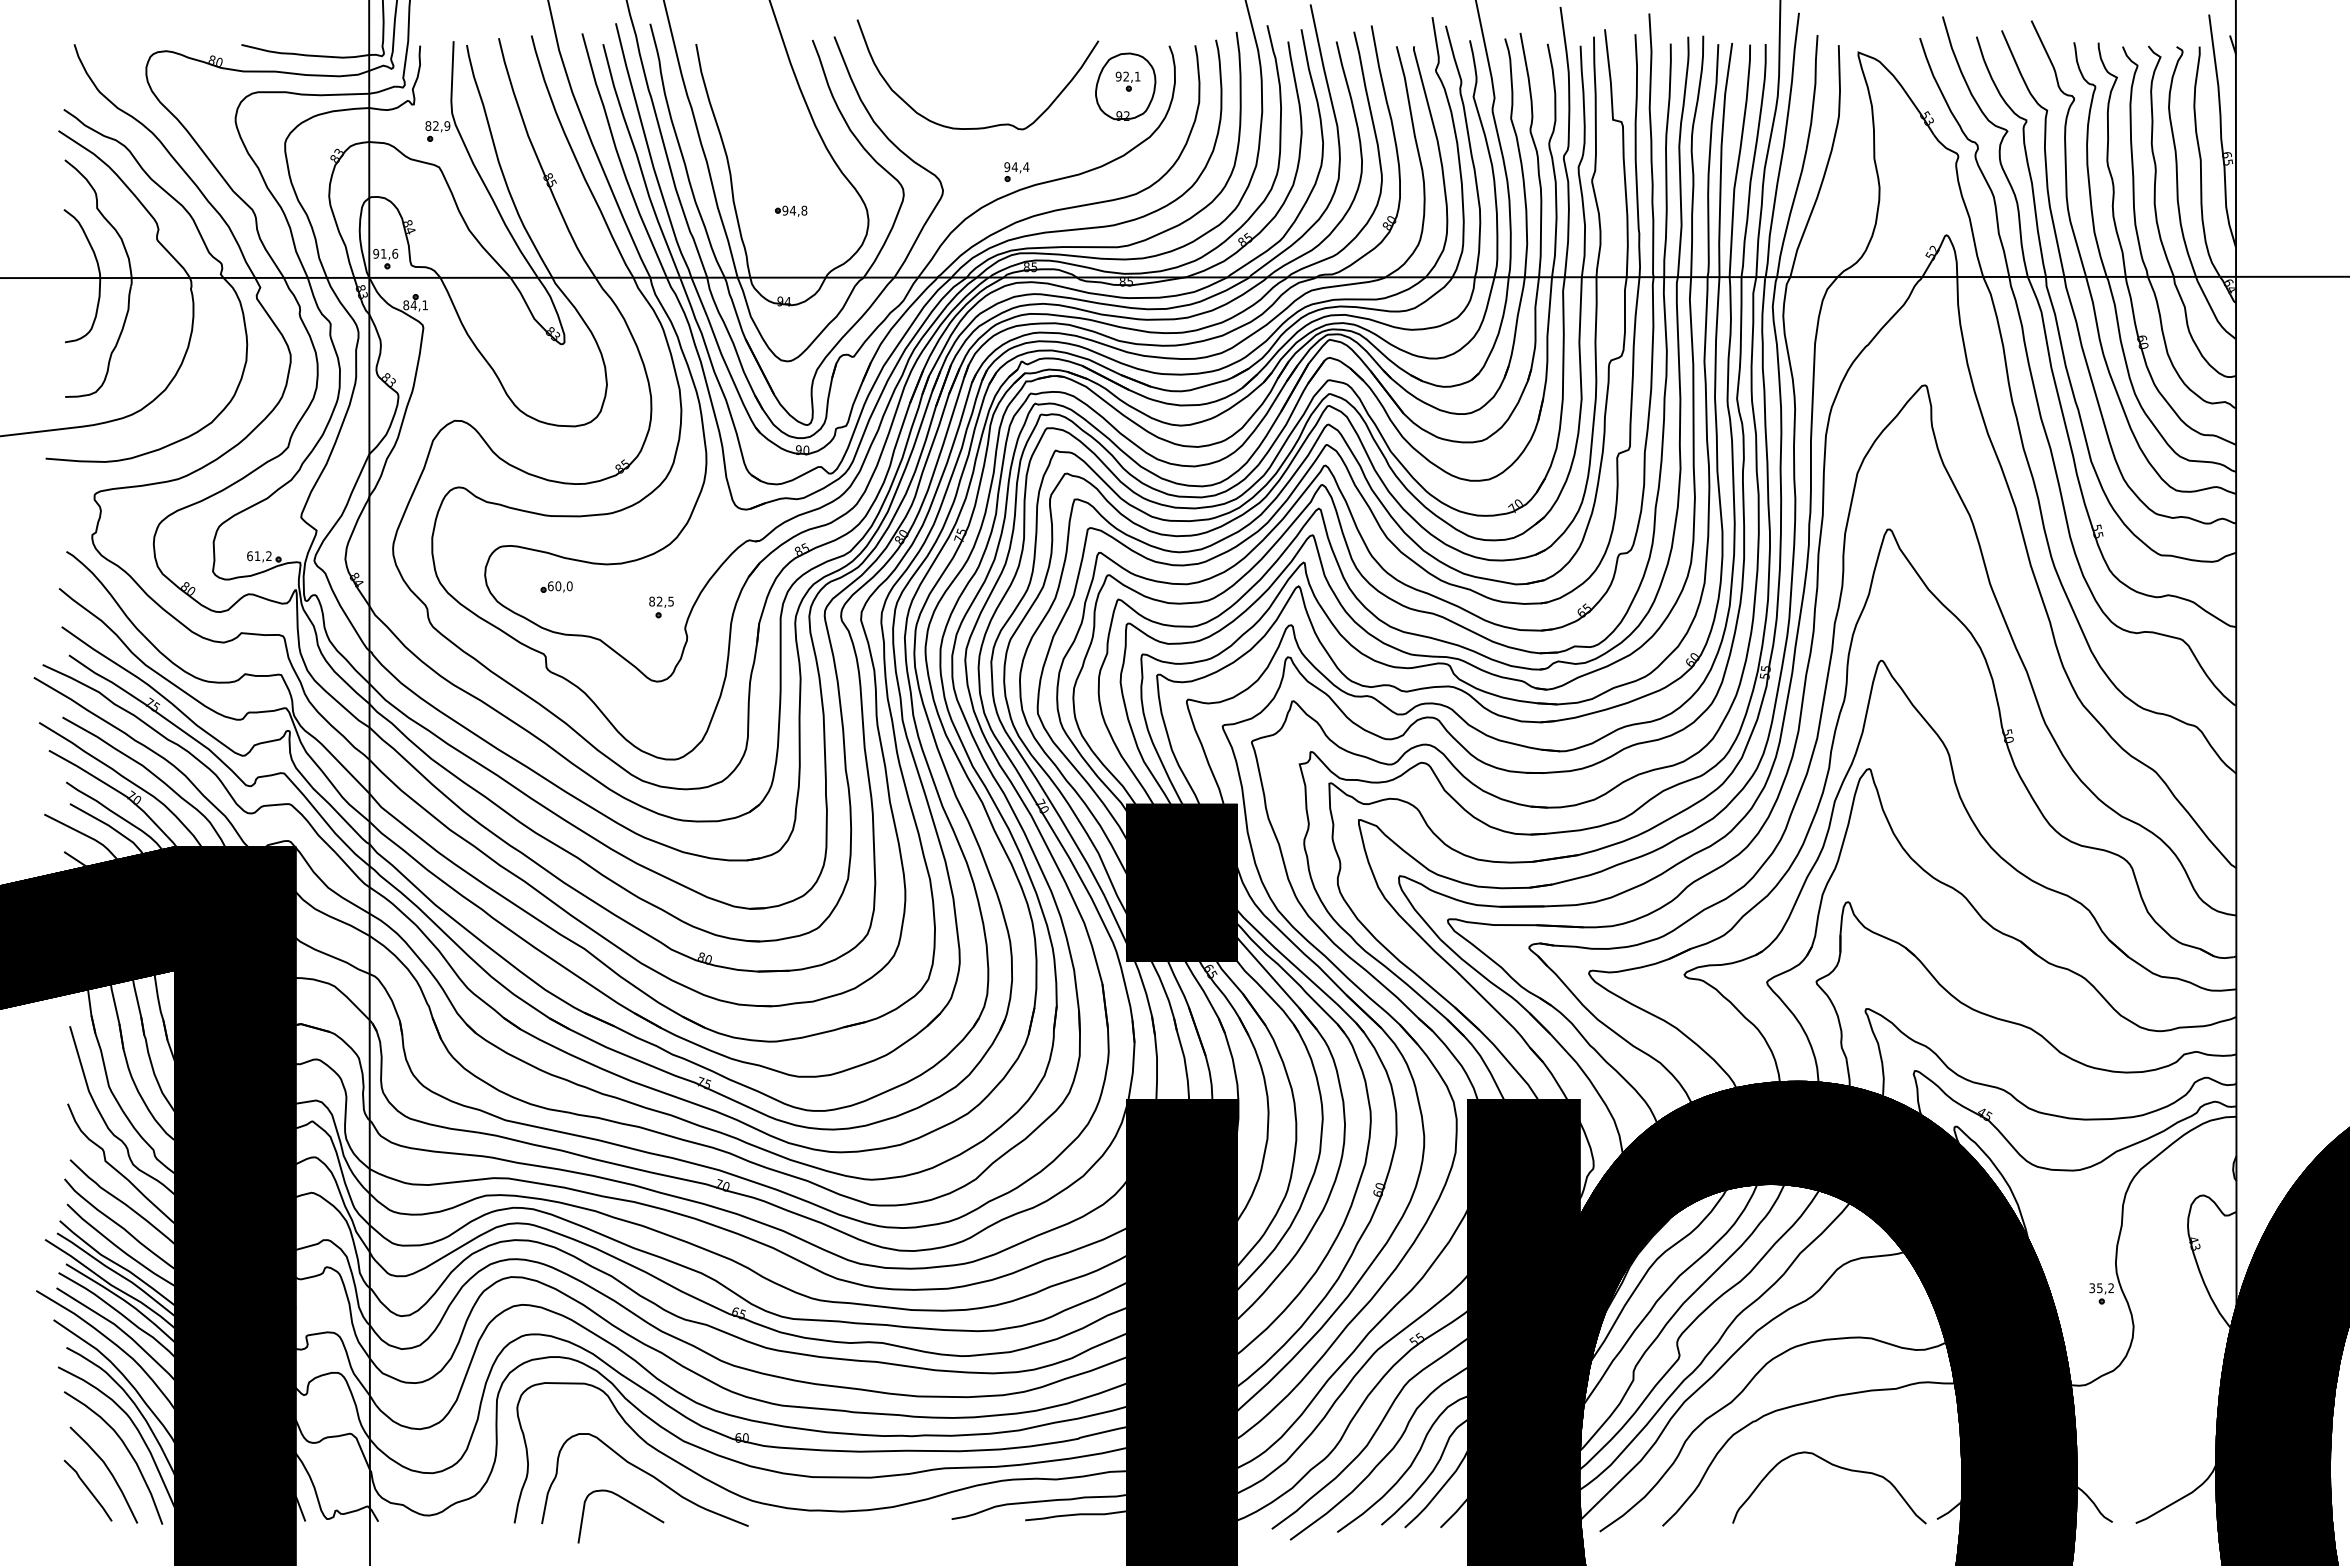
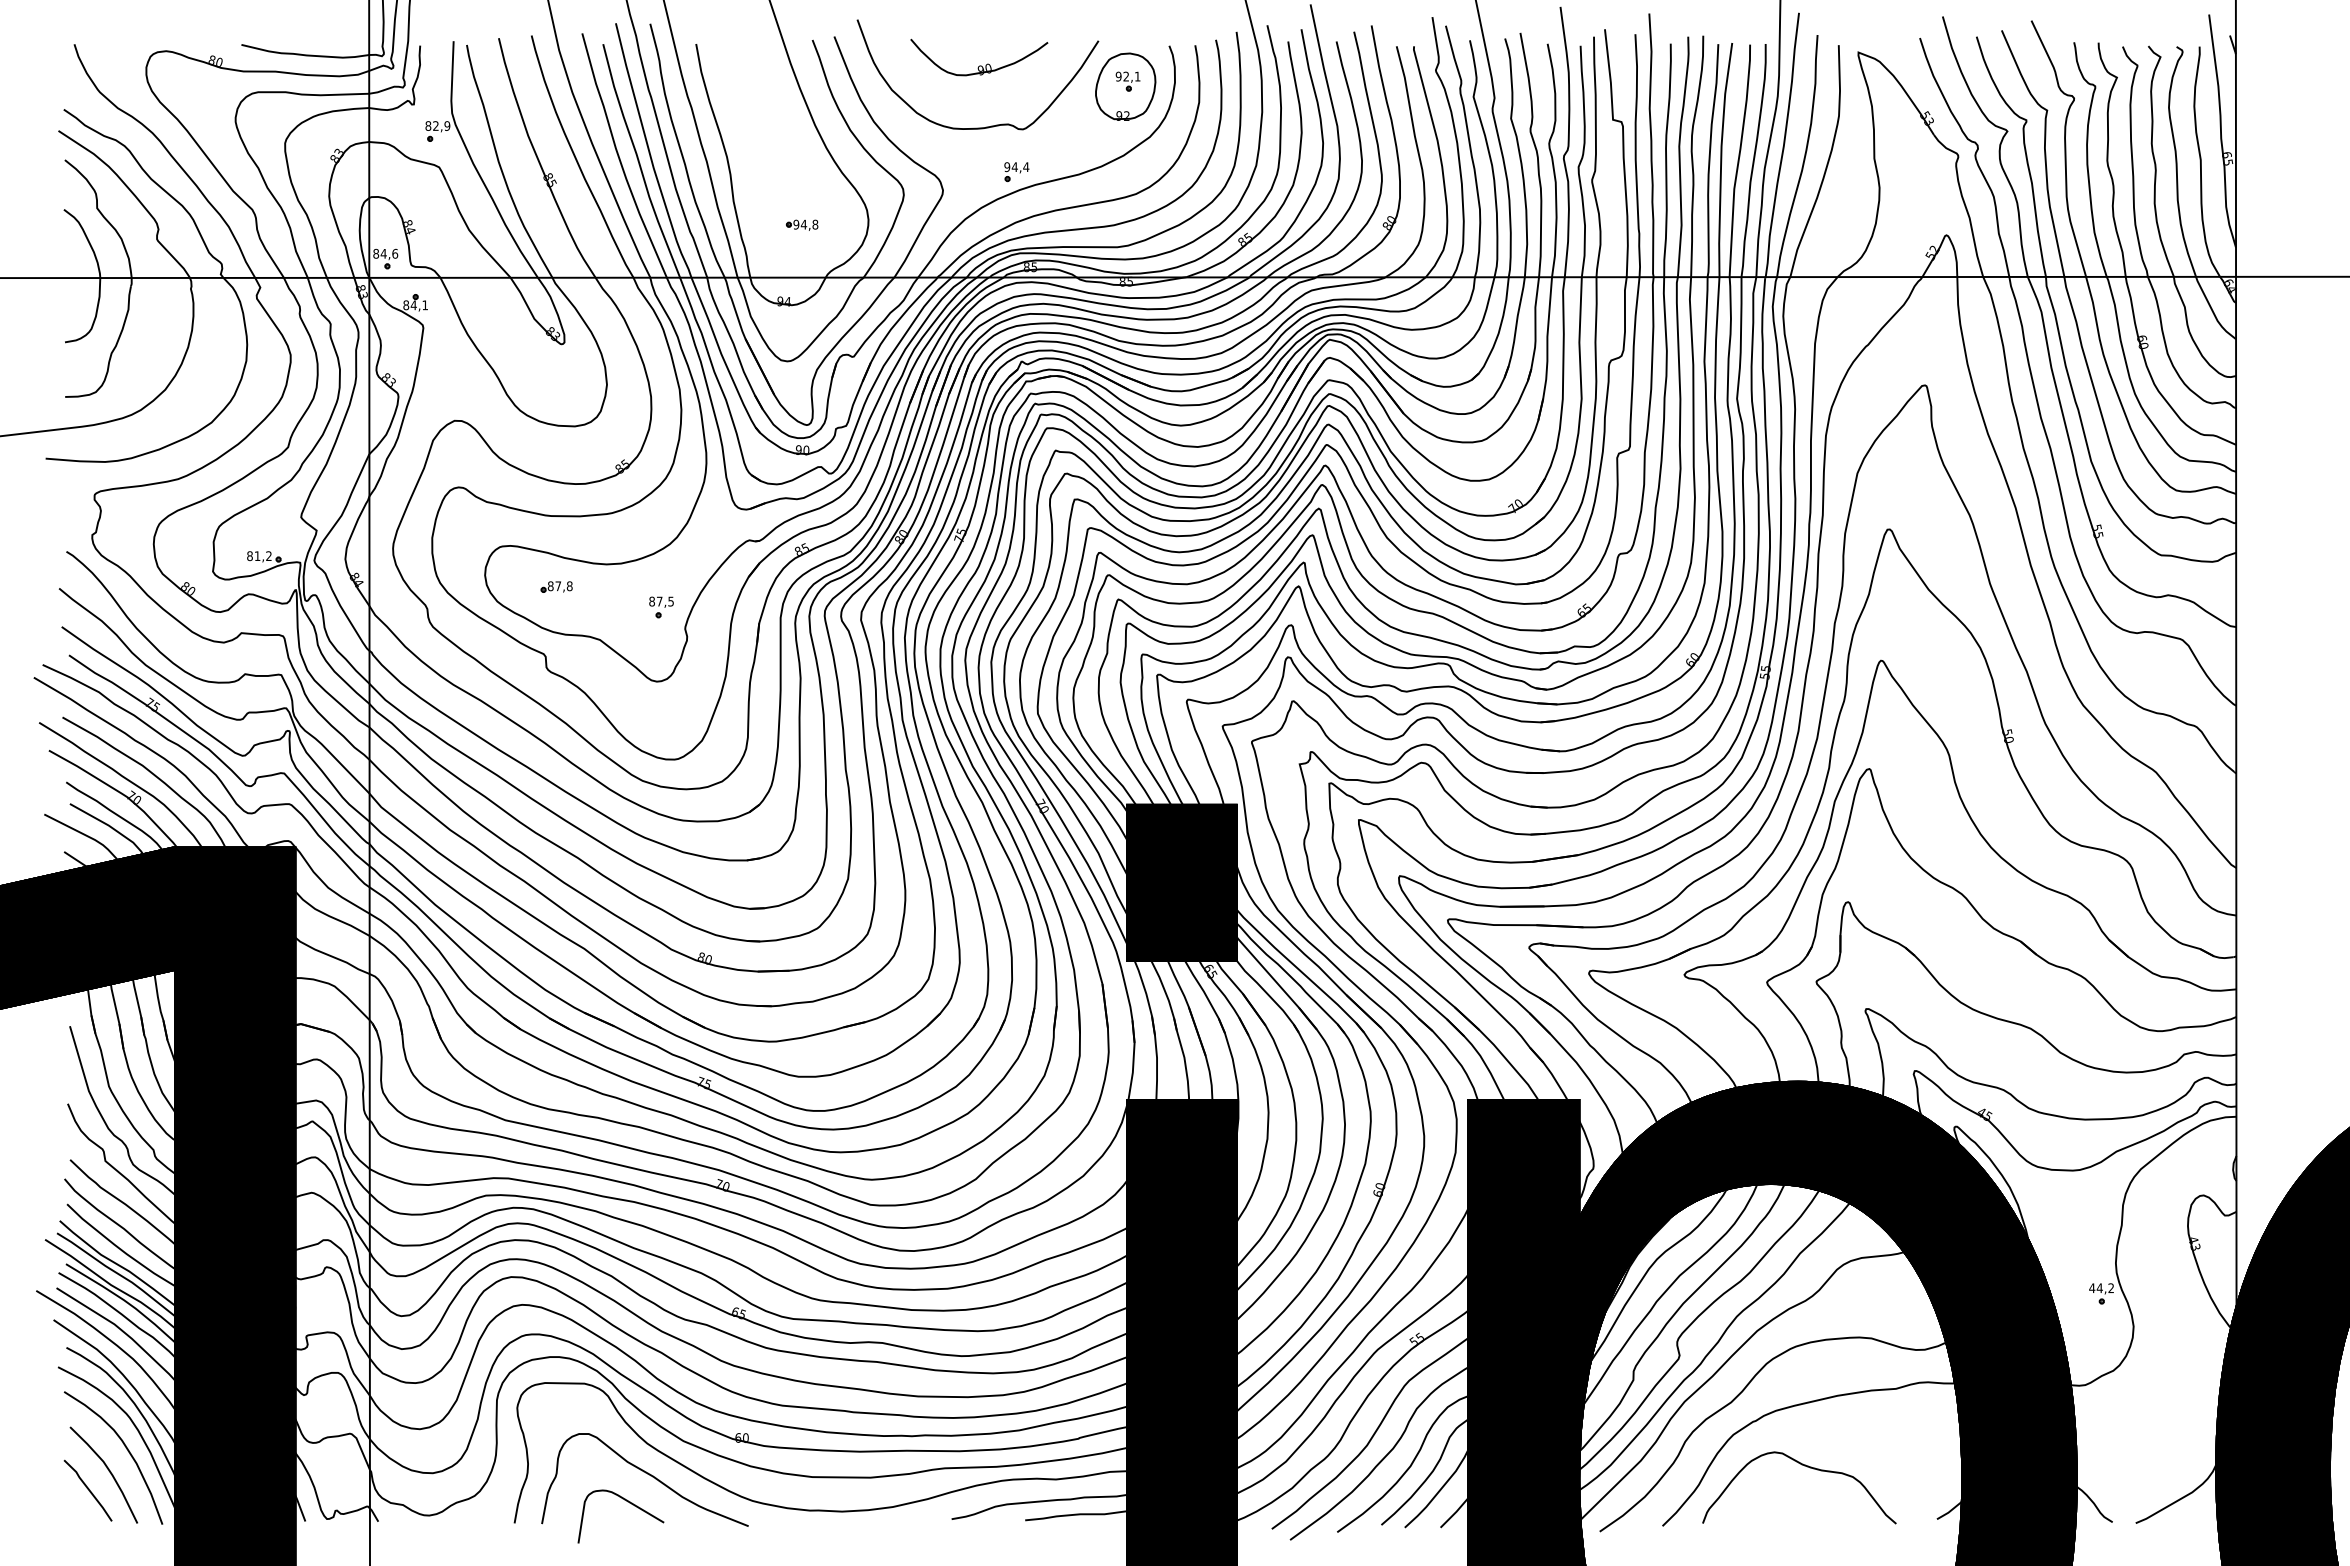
part at (979, 65): none -> present
part at (790, 210) position: (790, 210) -> (801, 224)
text at (379, 253): 91,6 -> 84,6
text at (249, 555): 61,2 -> 81,2
text at (559, 586): 60,0 -> 87,8
text at (659, 601): 82,5 -> 87,5
text at (2095, 1288): 35,2 -> 44,2
curve at (1837, 1467) position: (1837, 1467) -> (1807, 1467)
